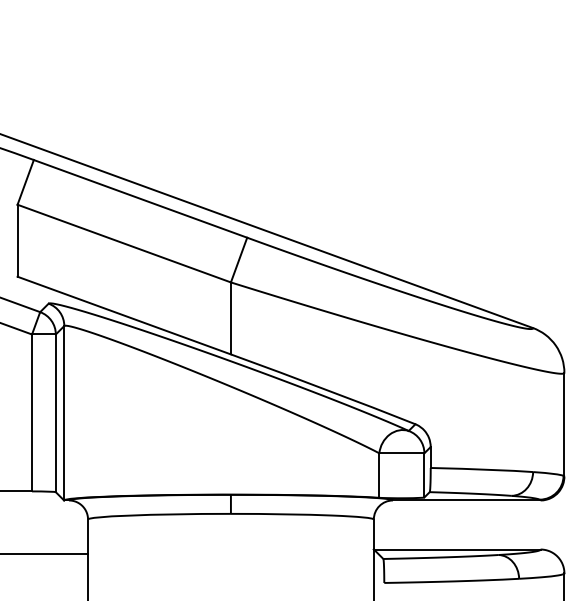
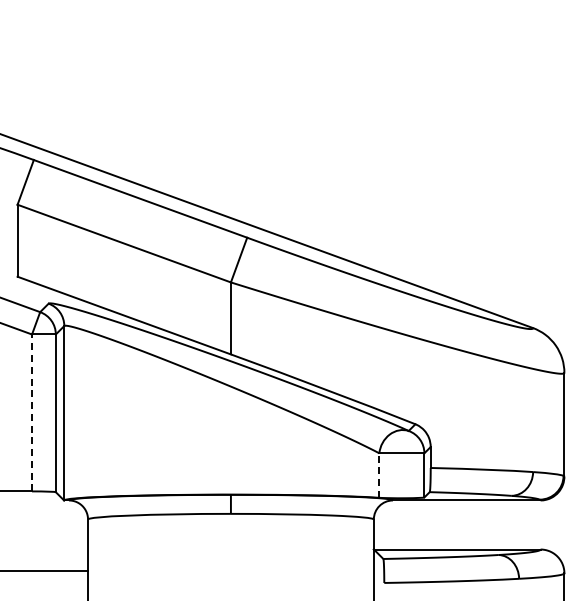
line at (32, 412): solid -> dashed
line at (379, 475): solid -> dashed
line at (45, 553) position: (45, 553) -> (45, 570)
